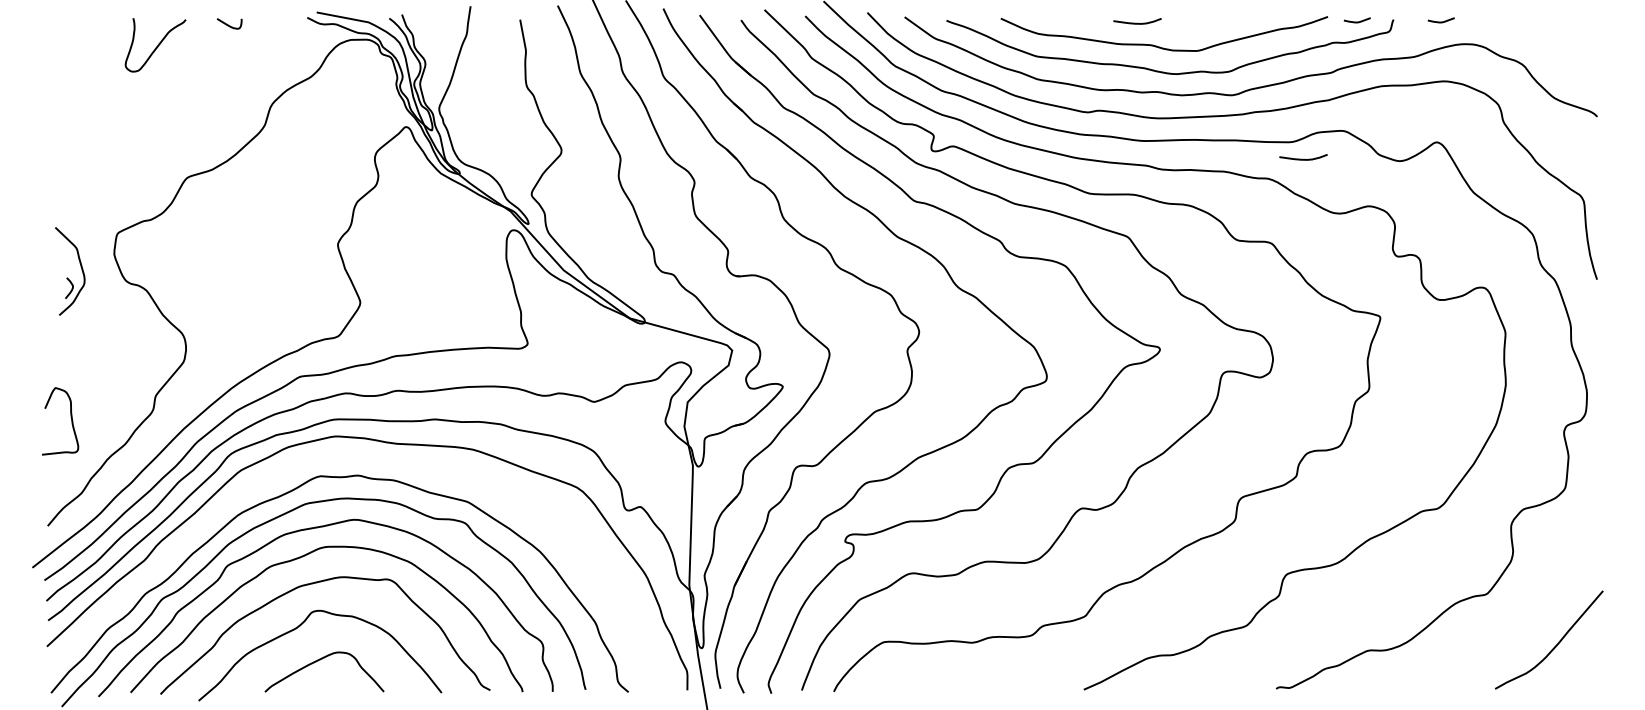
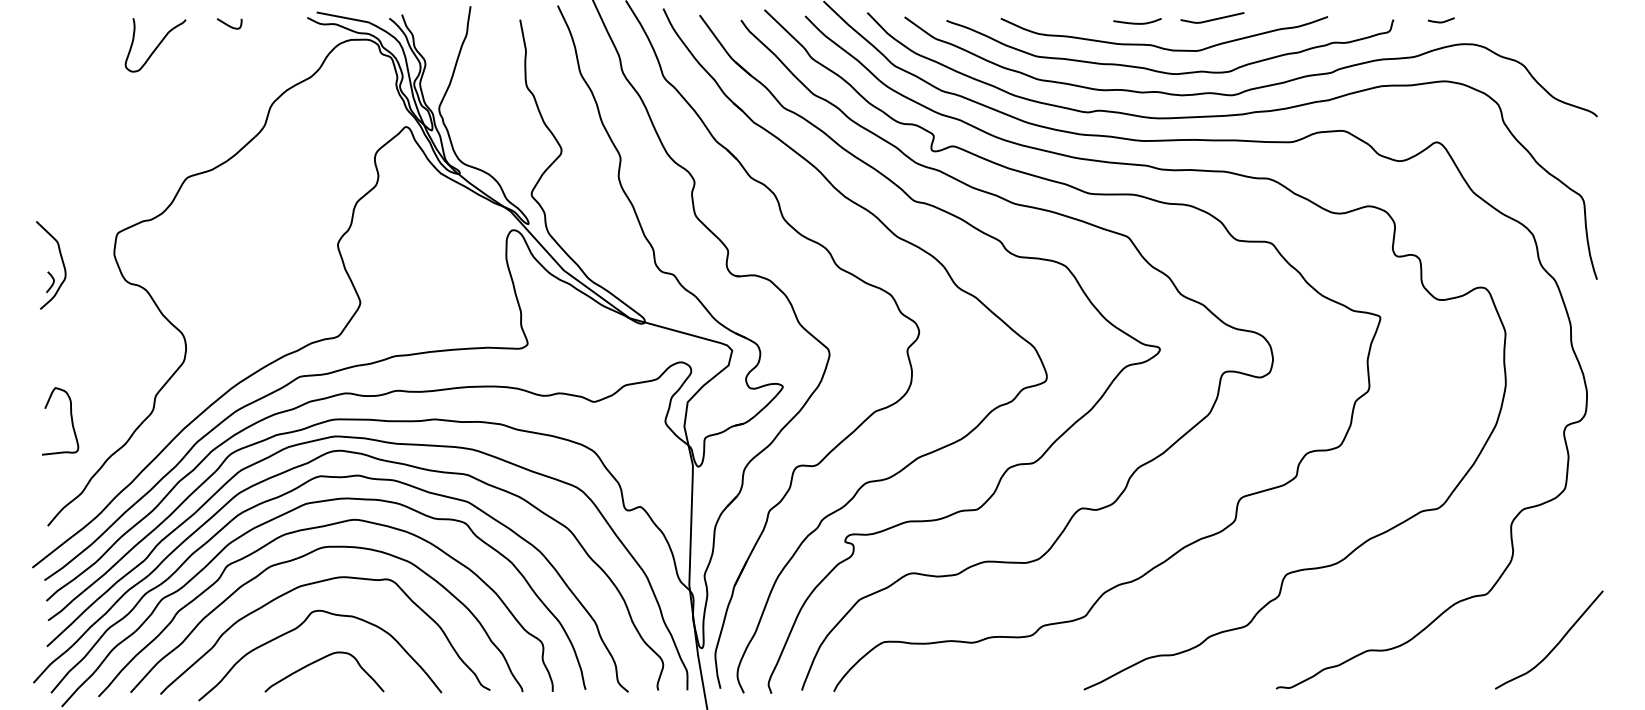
line at (1213, 18): none -> present
curve at (1356, 21): present -> none
curve at (1303, 158): present -> none
part at (67, 277) position: (67, 277) -> (48, 271)
curve at (307, 464): none -> present
